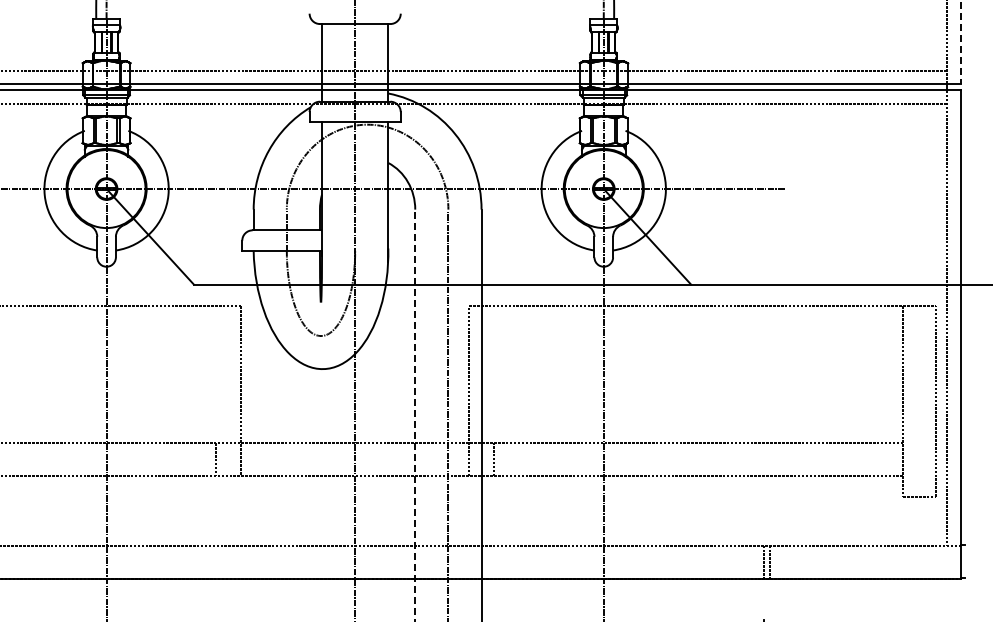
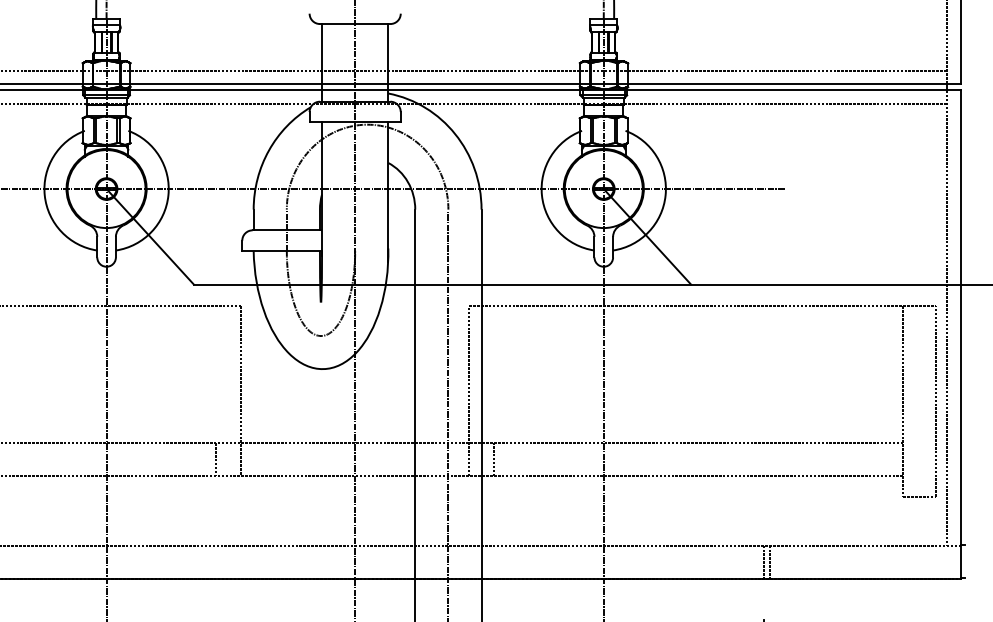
line at (961, 42): dashed -> solid
line at (415, 415): dashed -> solid
